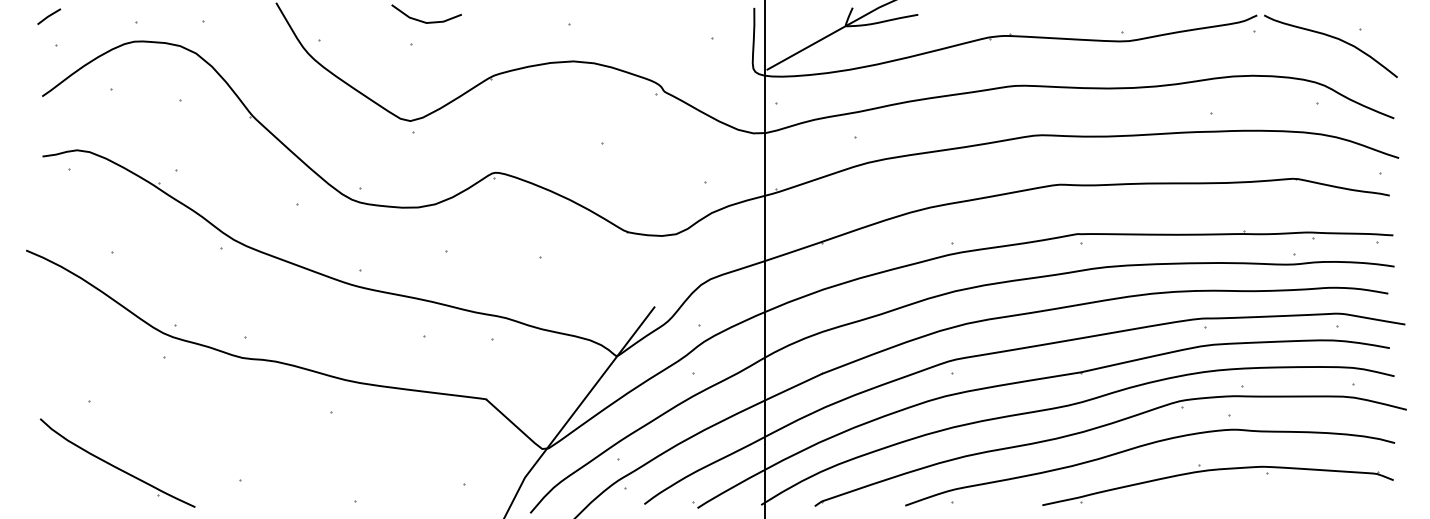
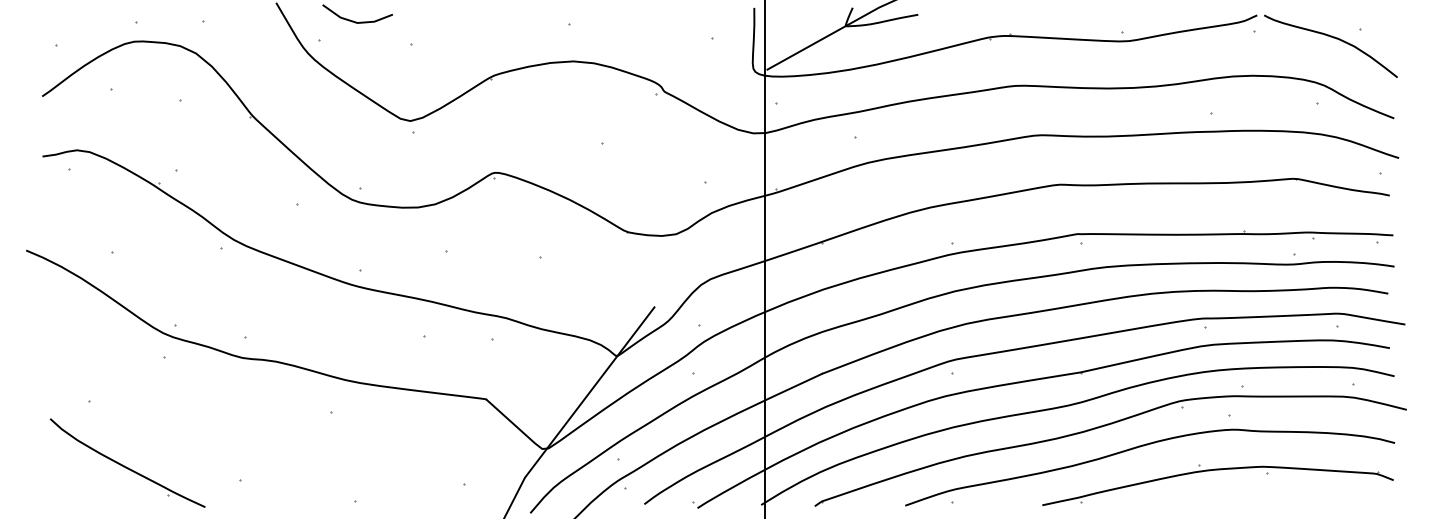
line at (49, 16): present -> none
line at (422, 20) position: (422, 20) -> (353, 20)
part at (117, 462) position: (117, 462) -> (127, 462)
